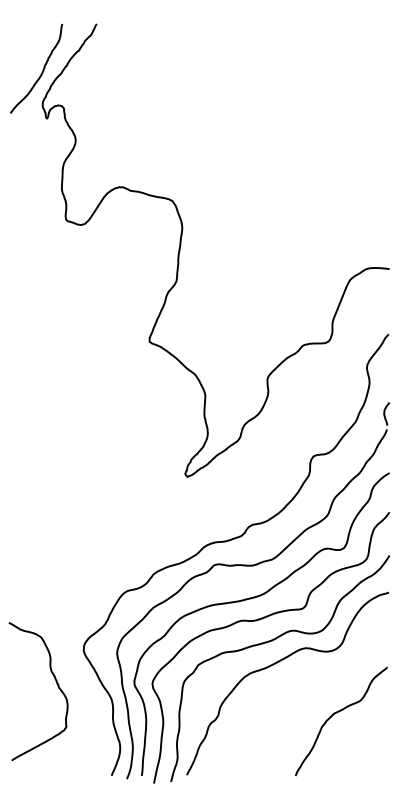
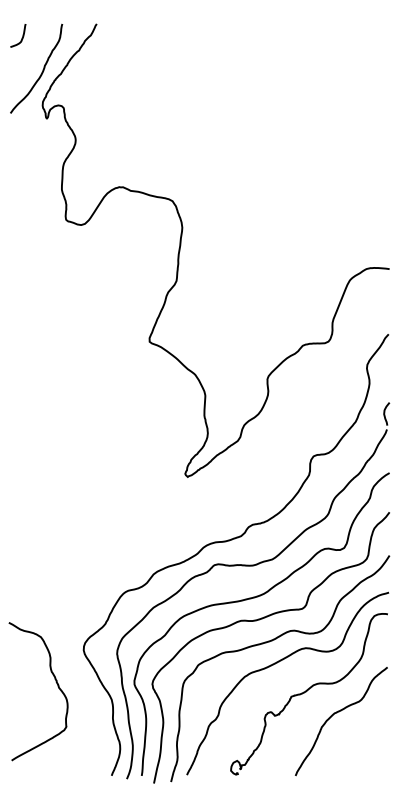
curve at (22, 35): none -> present
curve at (306, 692): none -> present
